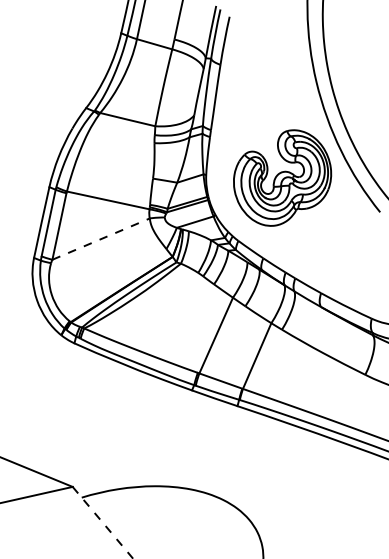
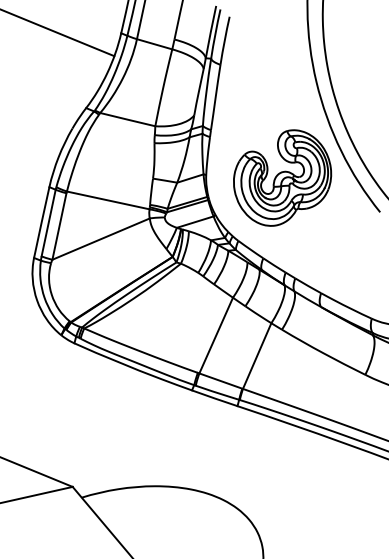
line at (58, 33): none -> present
line at (101, 239): dashed -> solid
line at (102, 522): dashed -> solid
